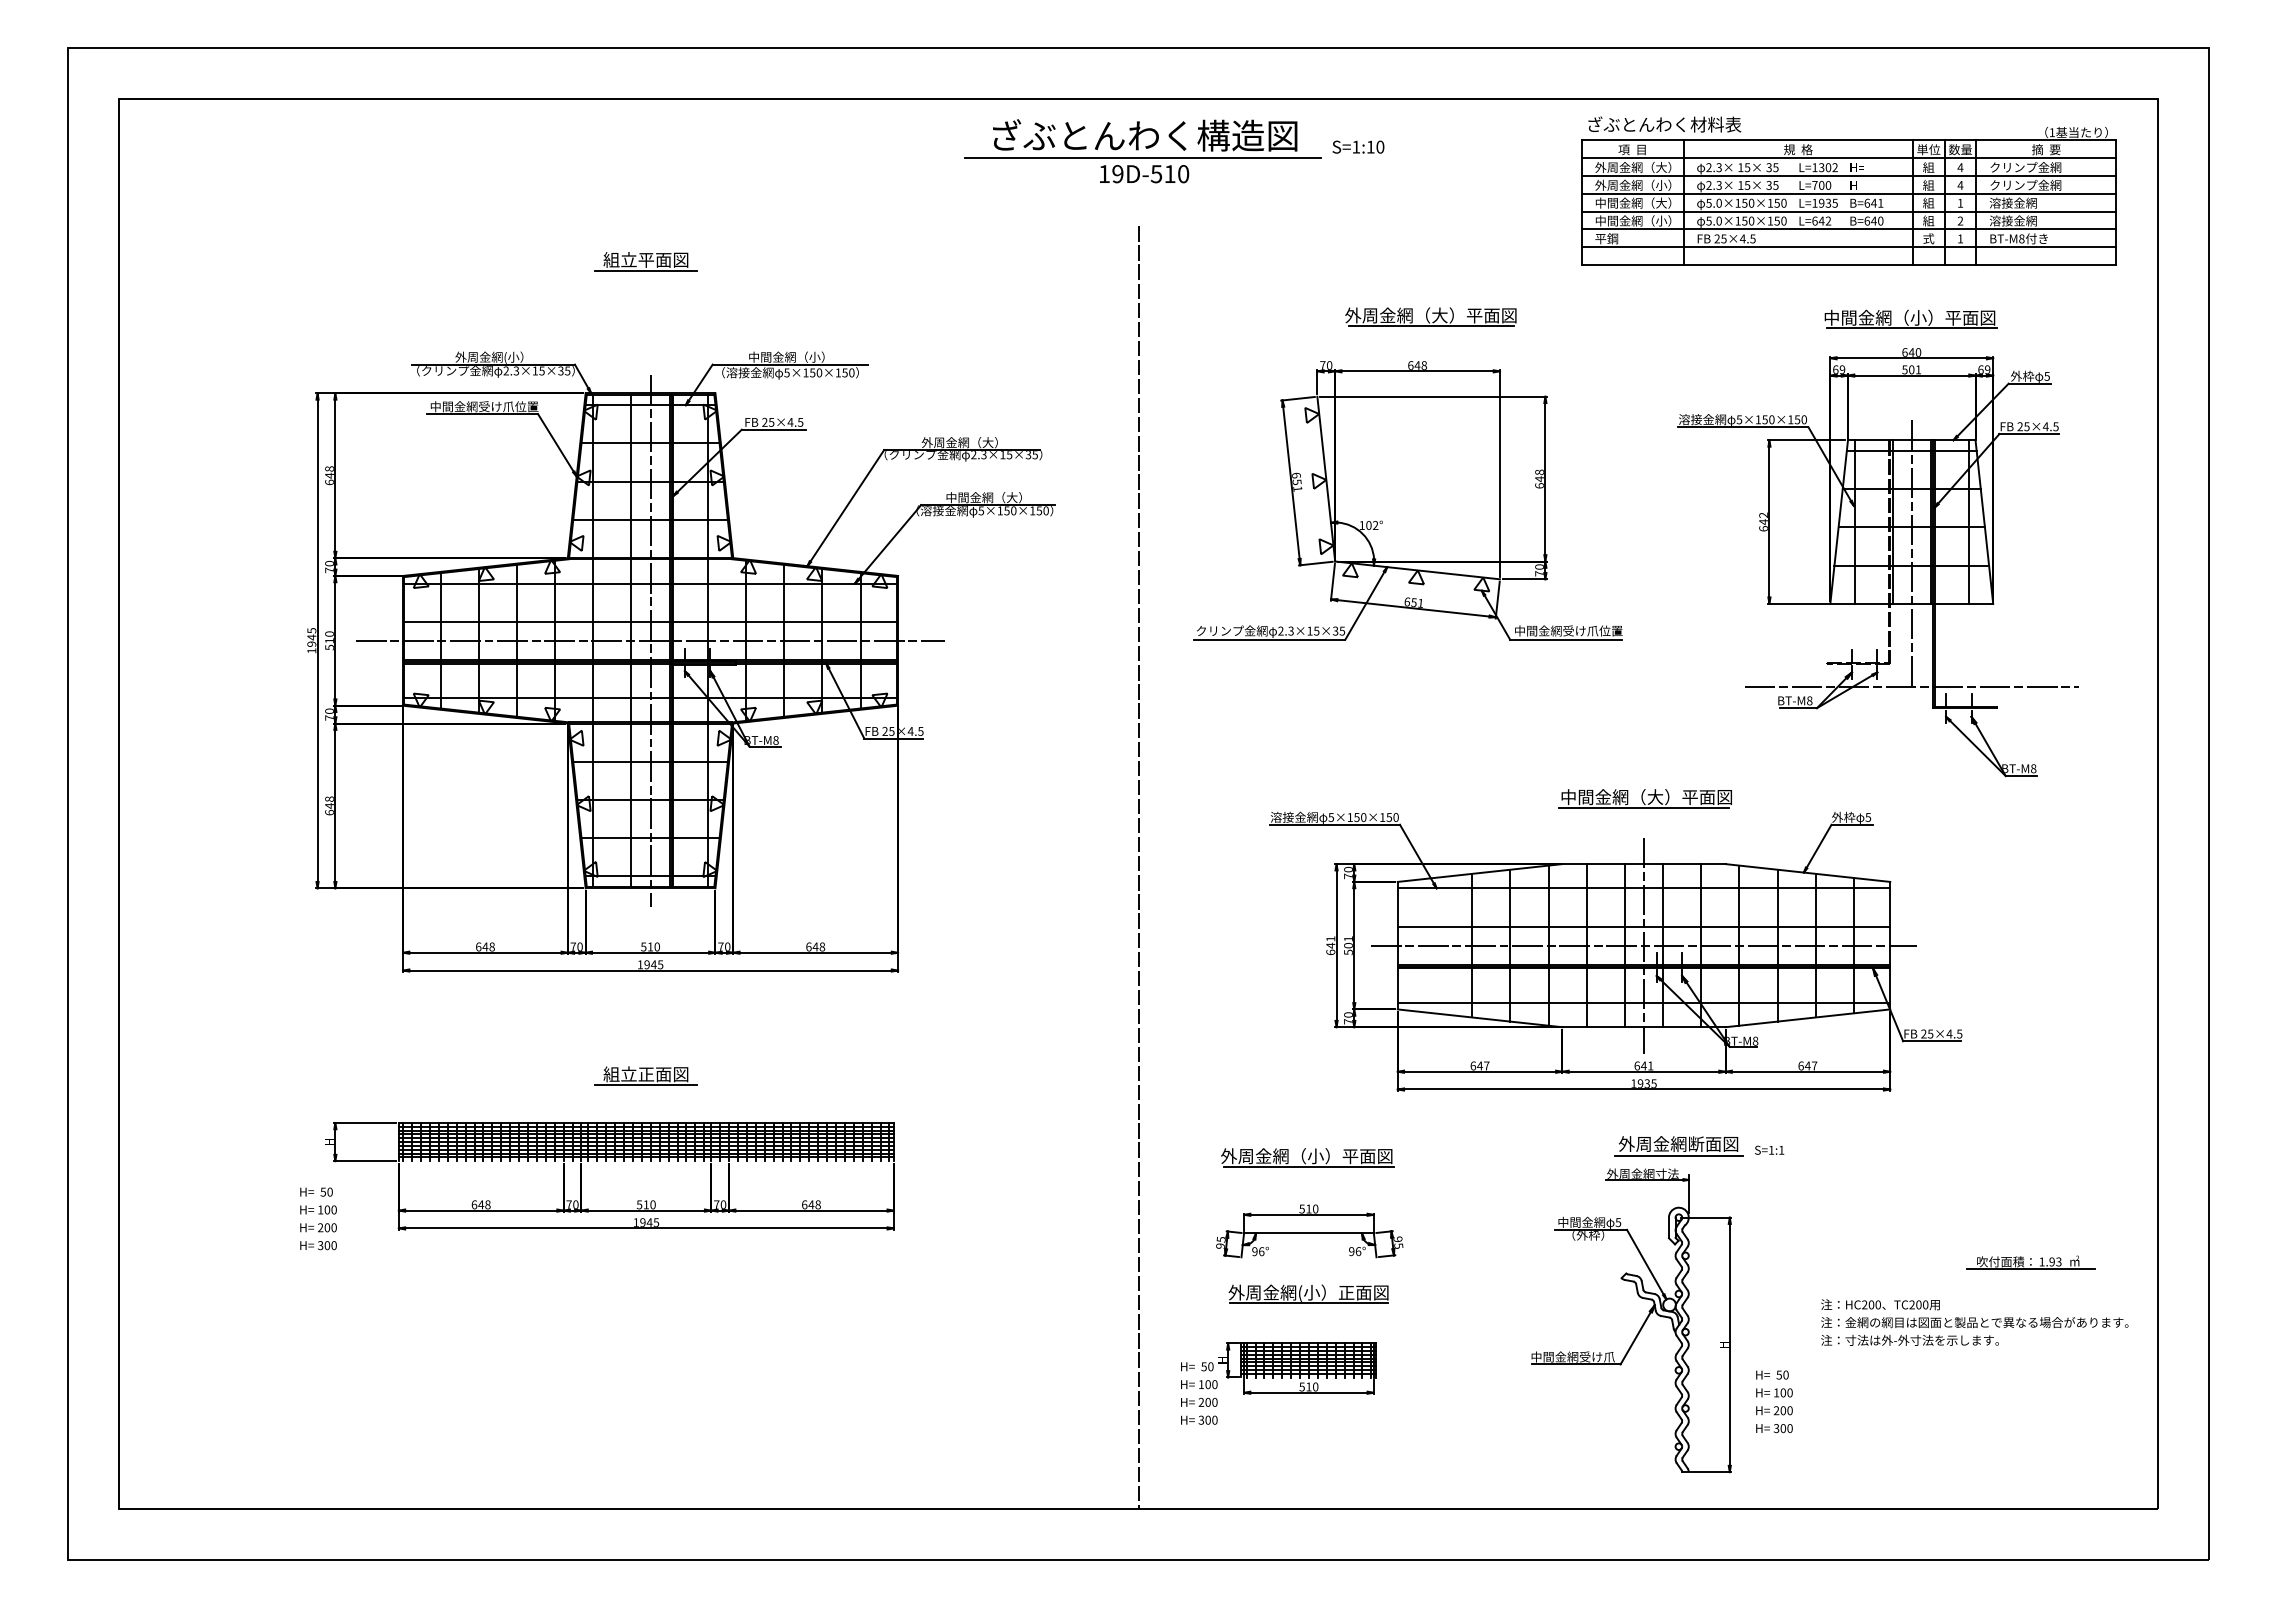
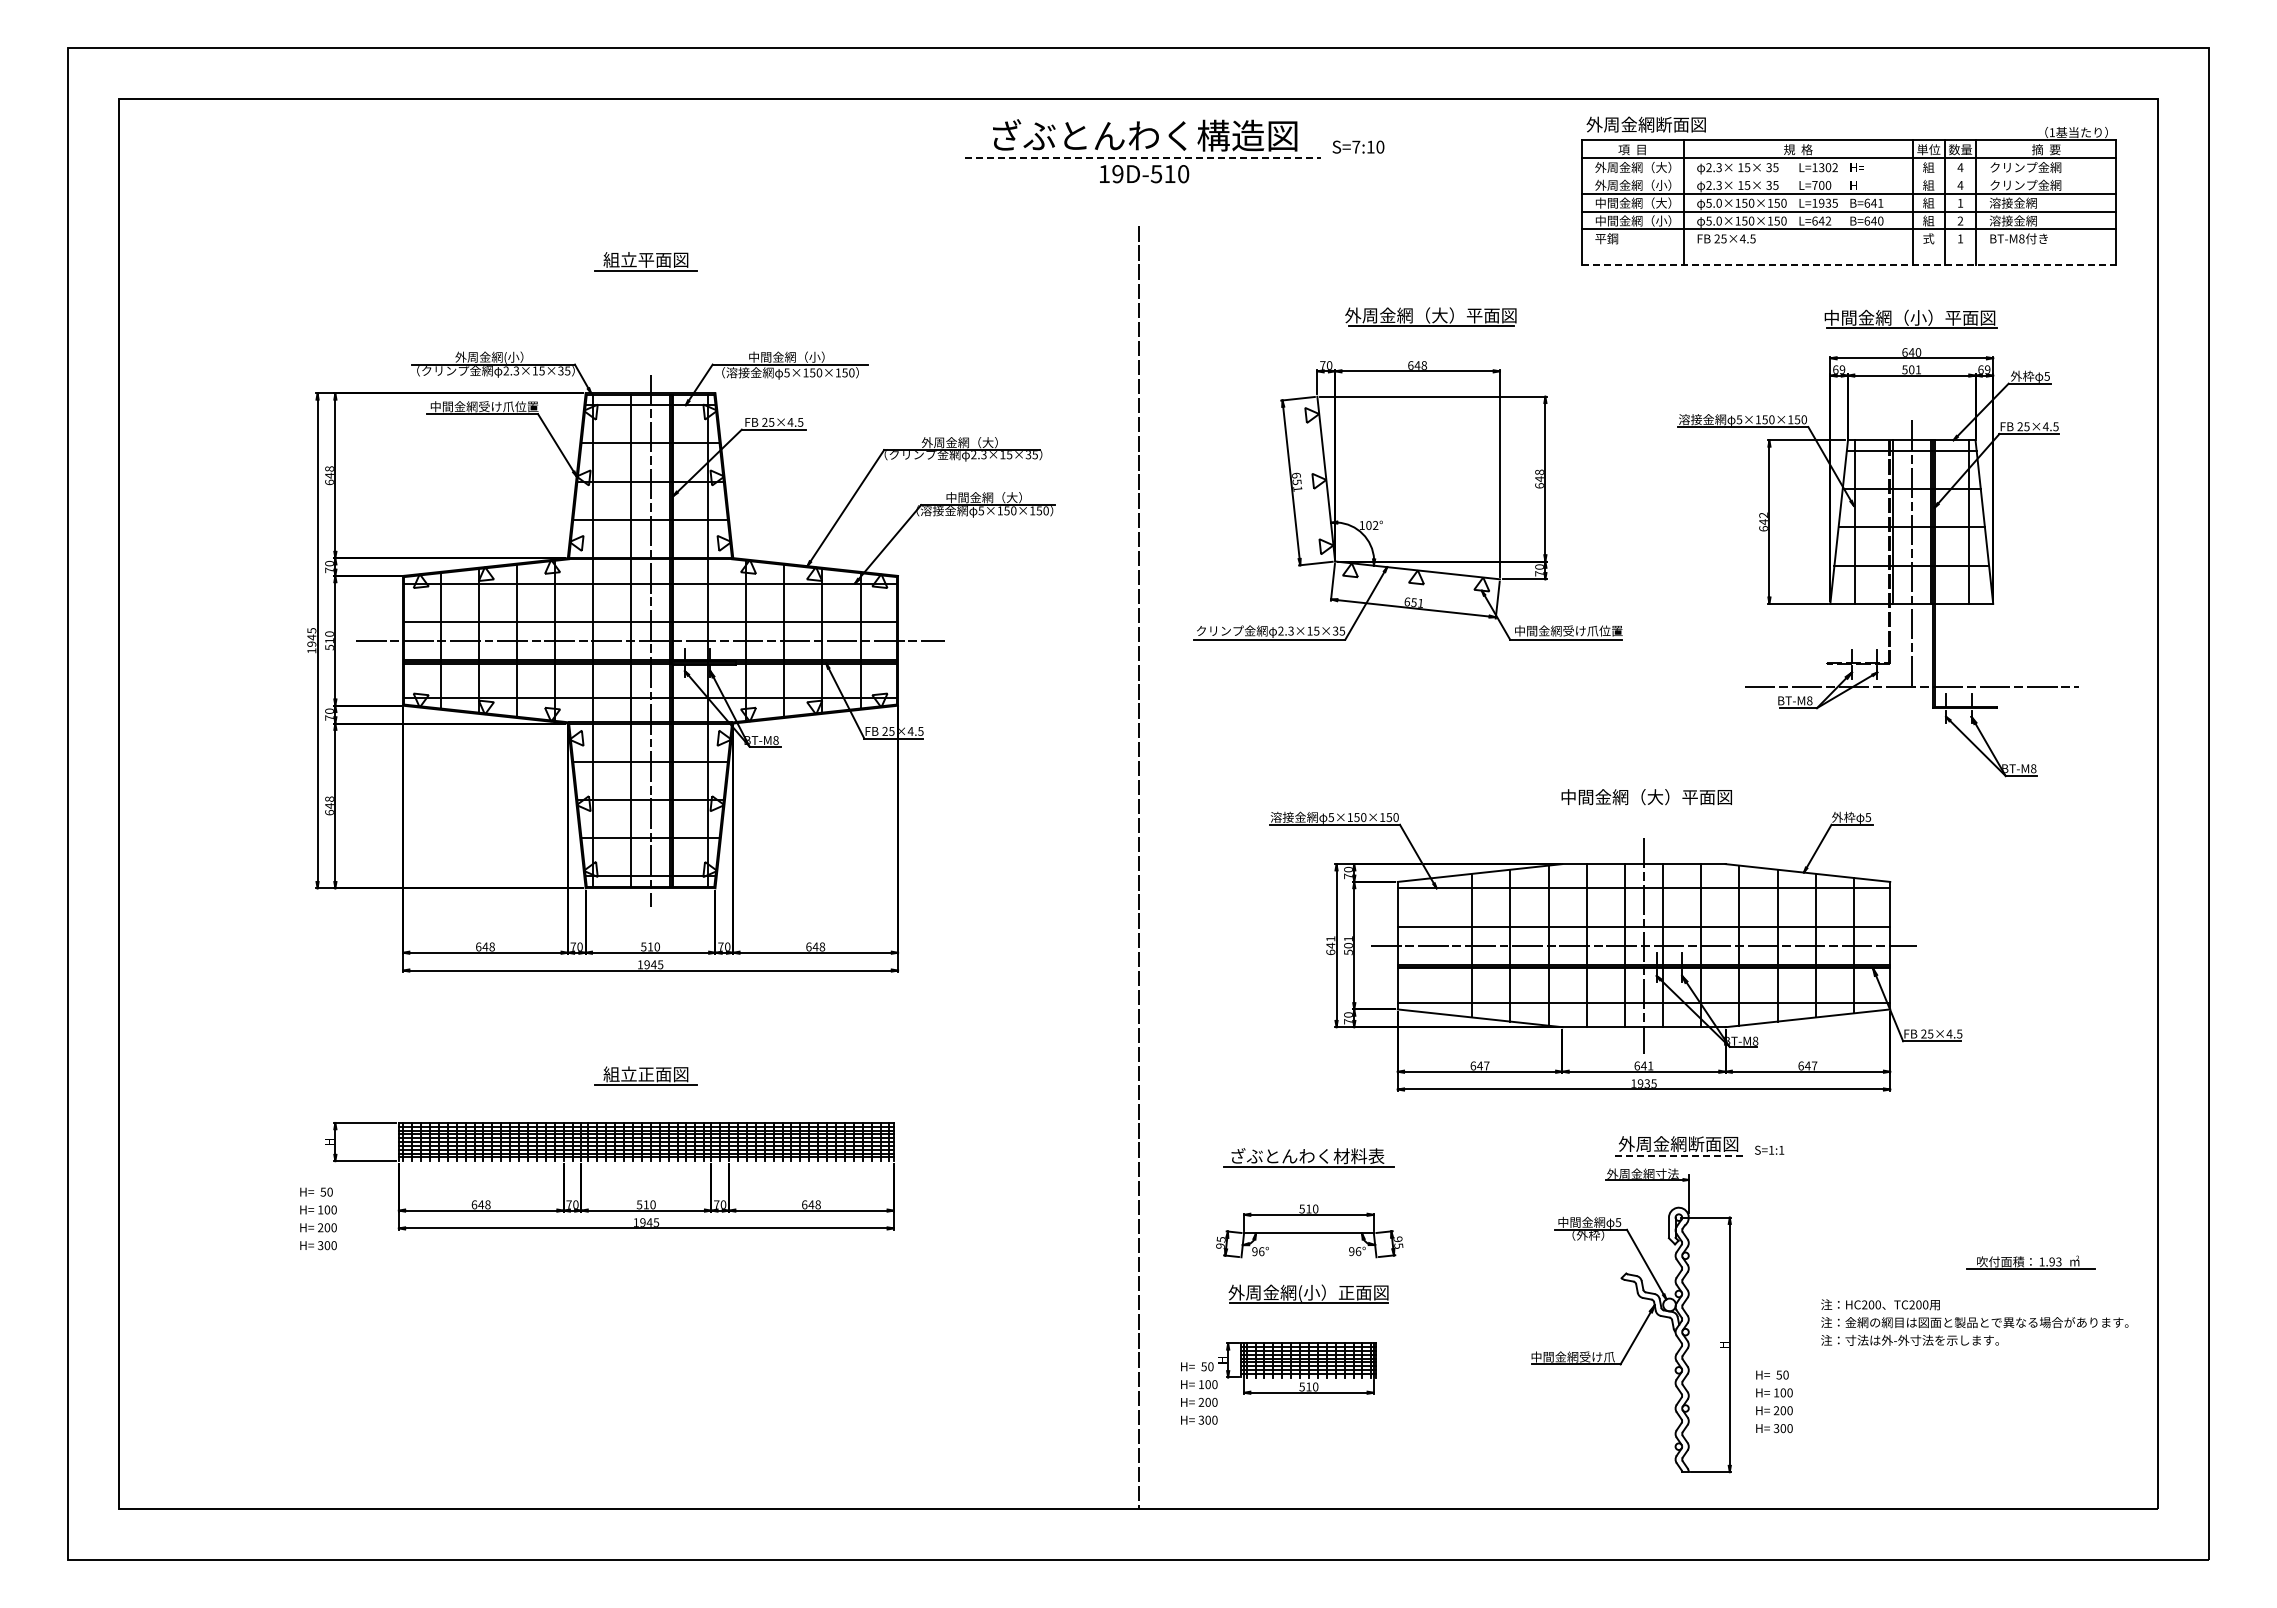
text at (1663, 124): ざぶとんわく材料表 -> 外周金網断面図
text at (1356, 146): S=1:10 -> S=7:10
line at (1143, 157): solid -> dashed
line at (1848, 175): present -> none
line at (1848, 247): present -> none
line at (1849, 265): solid -> dashed
line at (1643, 807): present -> none
line at (1678, 1155): solid -> dashed
text at (1306, 1156): 外周金網（小）平面図 -> ざぶとんわく材料表
